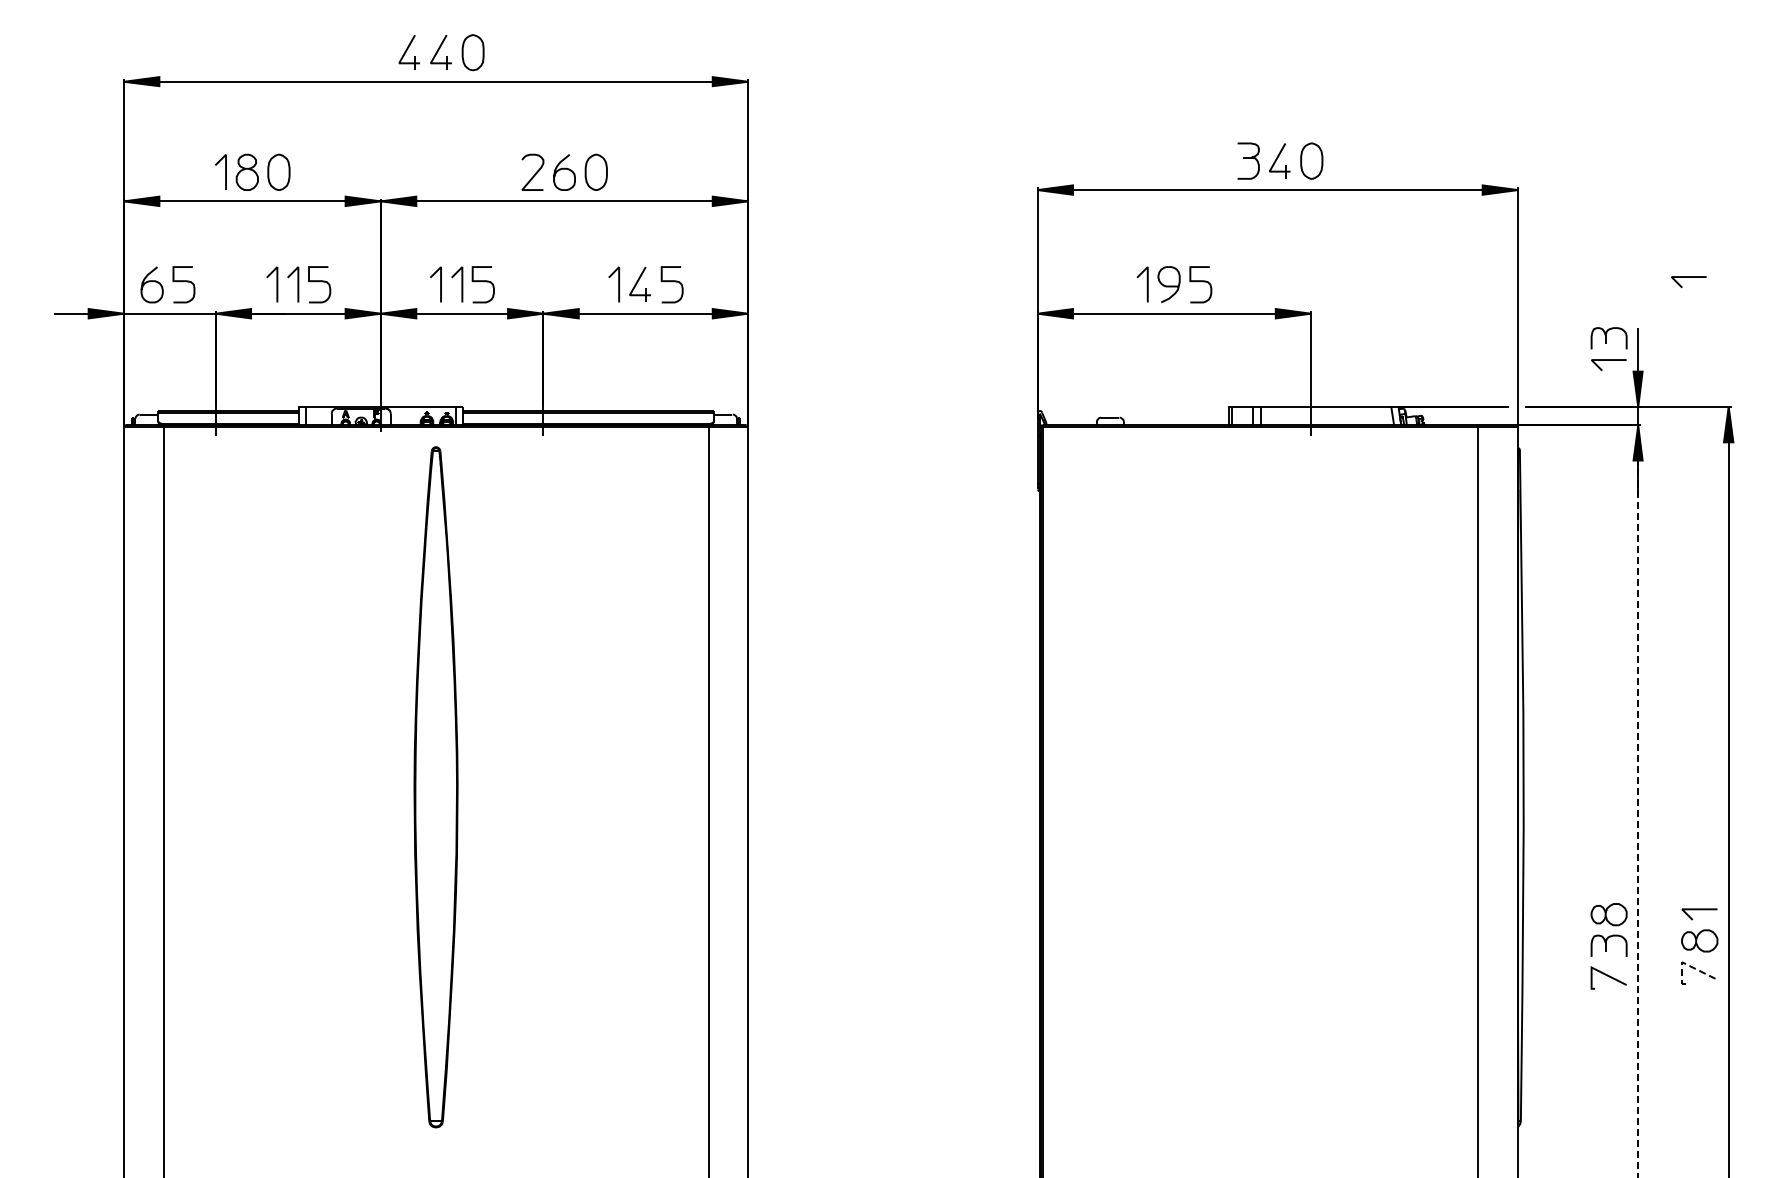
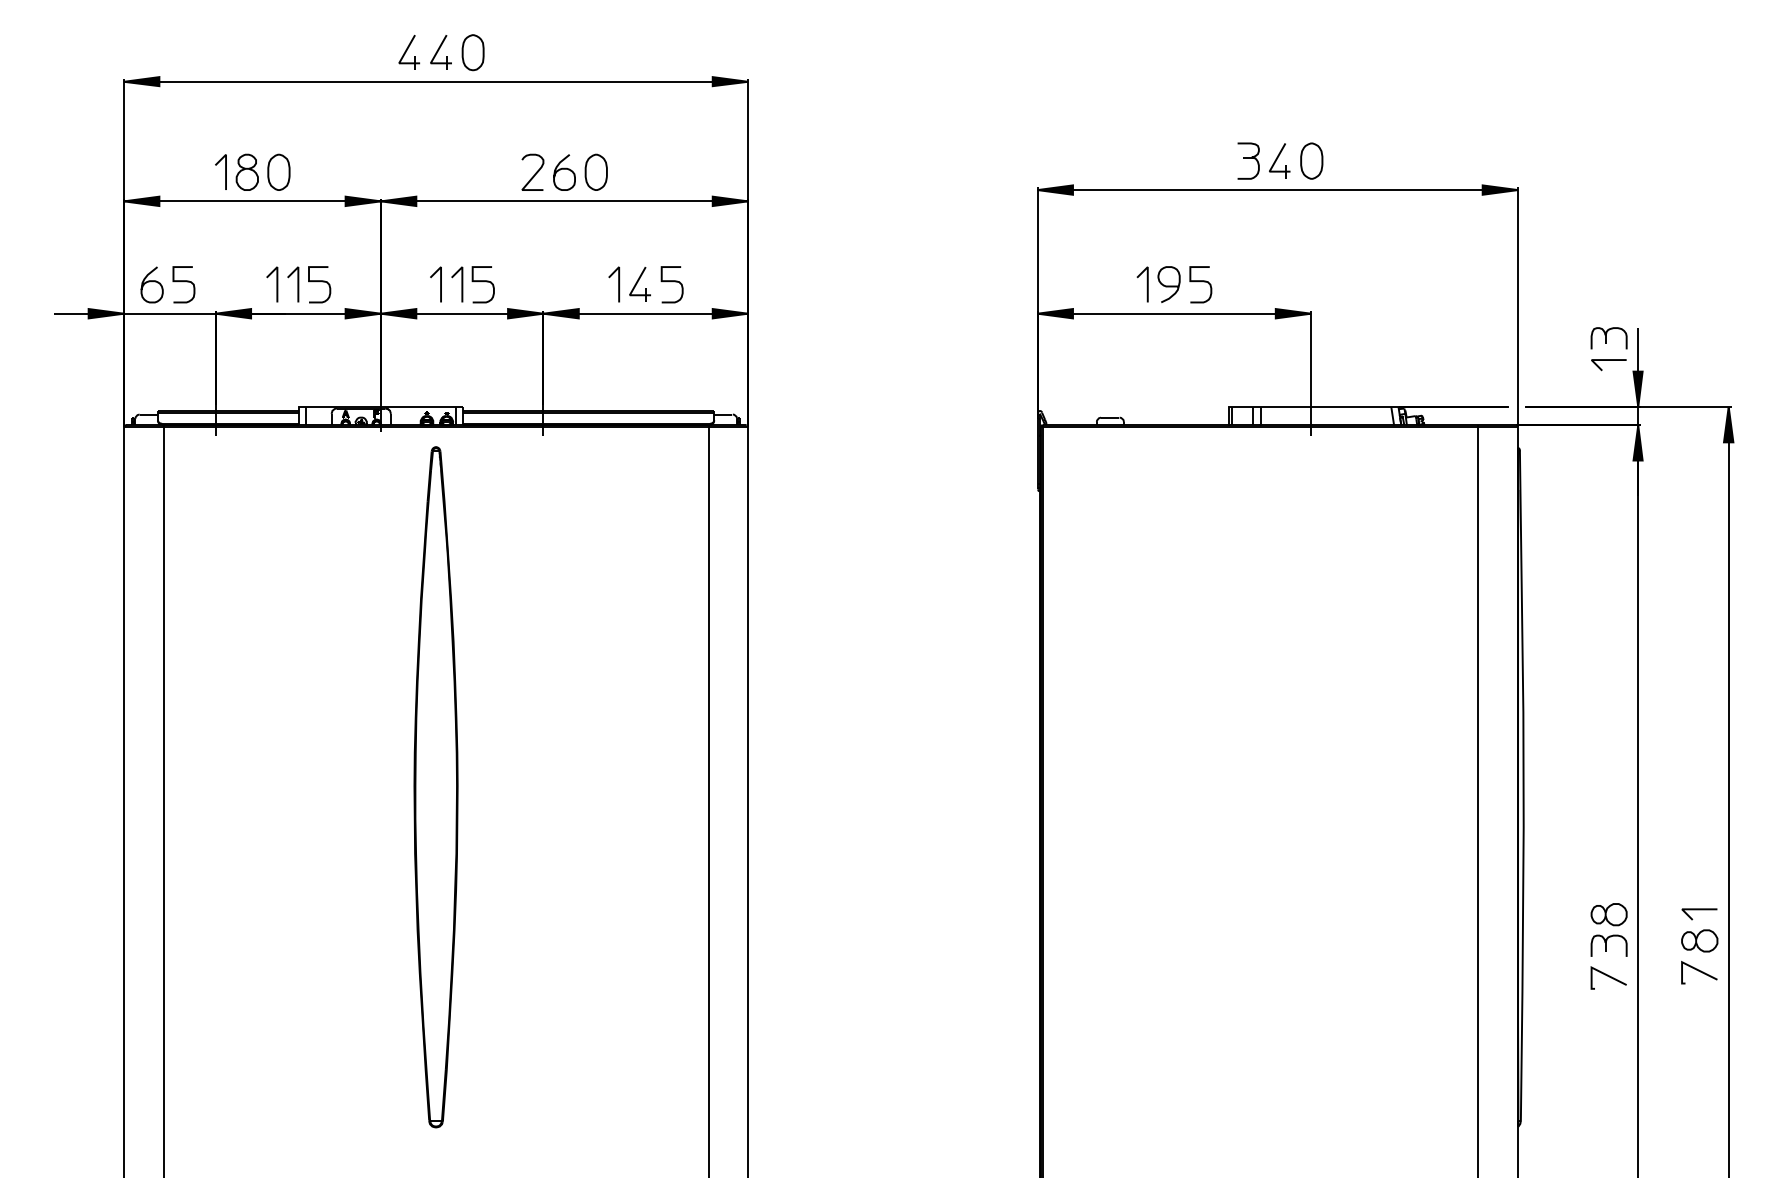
line at (1688, 277): present -> none
line at (1638, 801): dashed -> solid
line at (1687, 964): dashed -> solid
